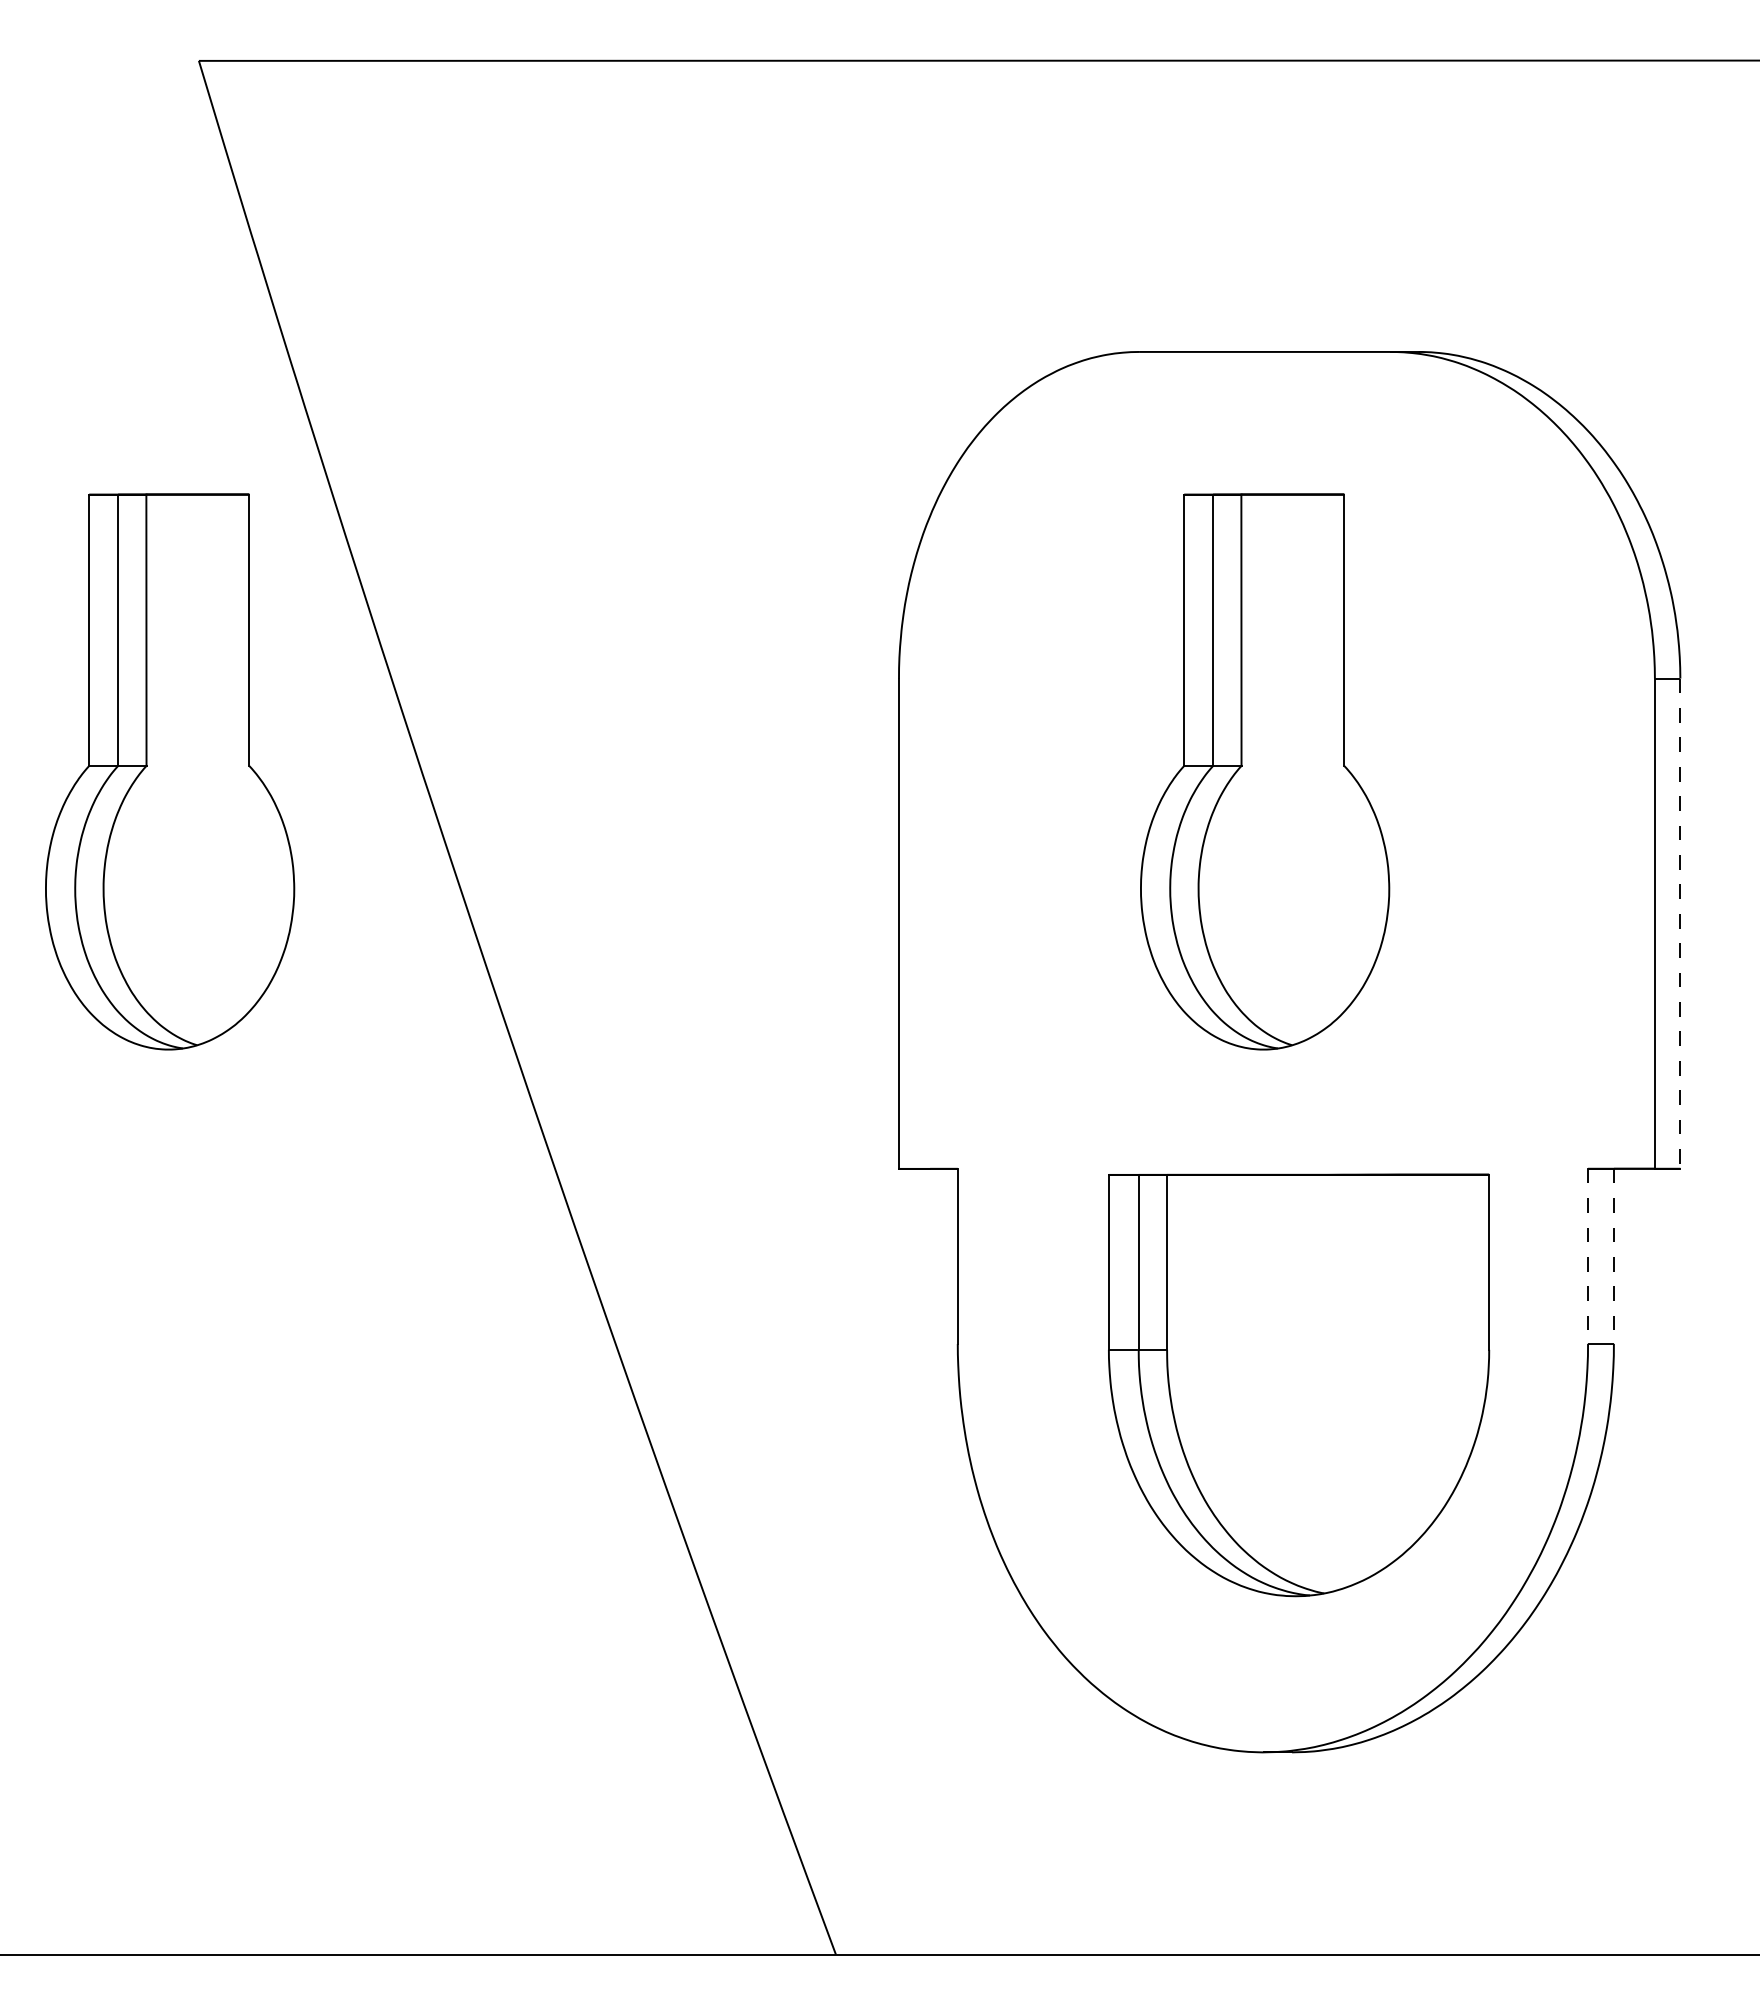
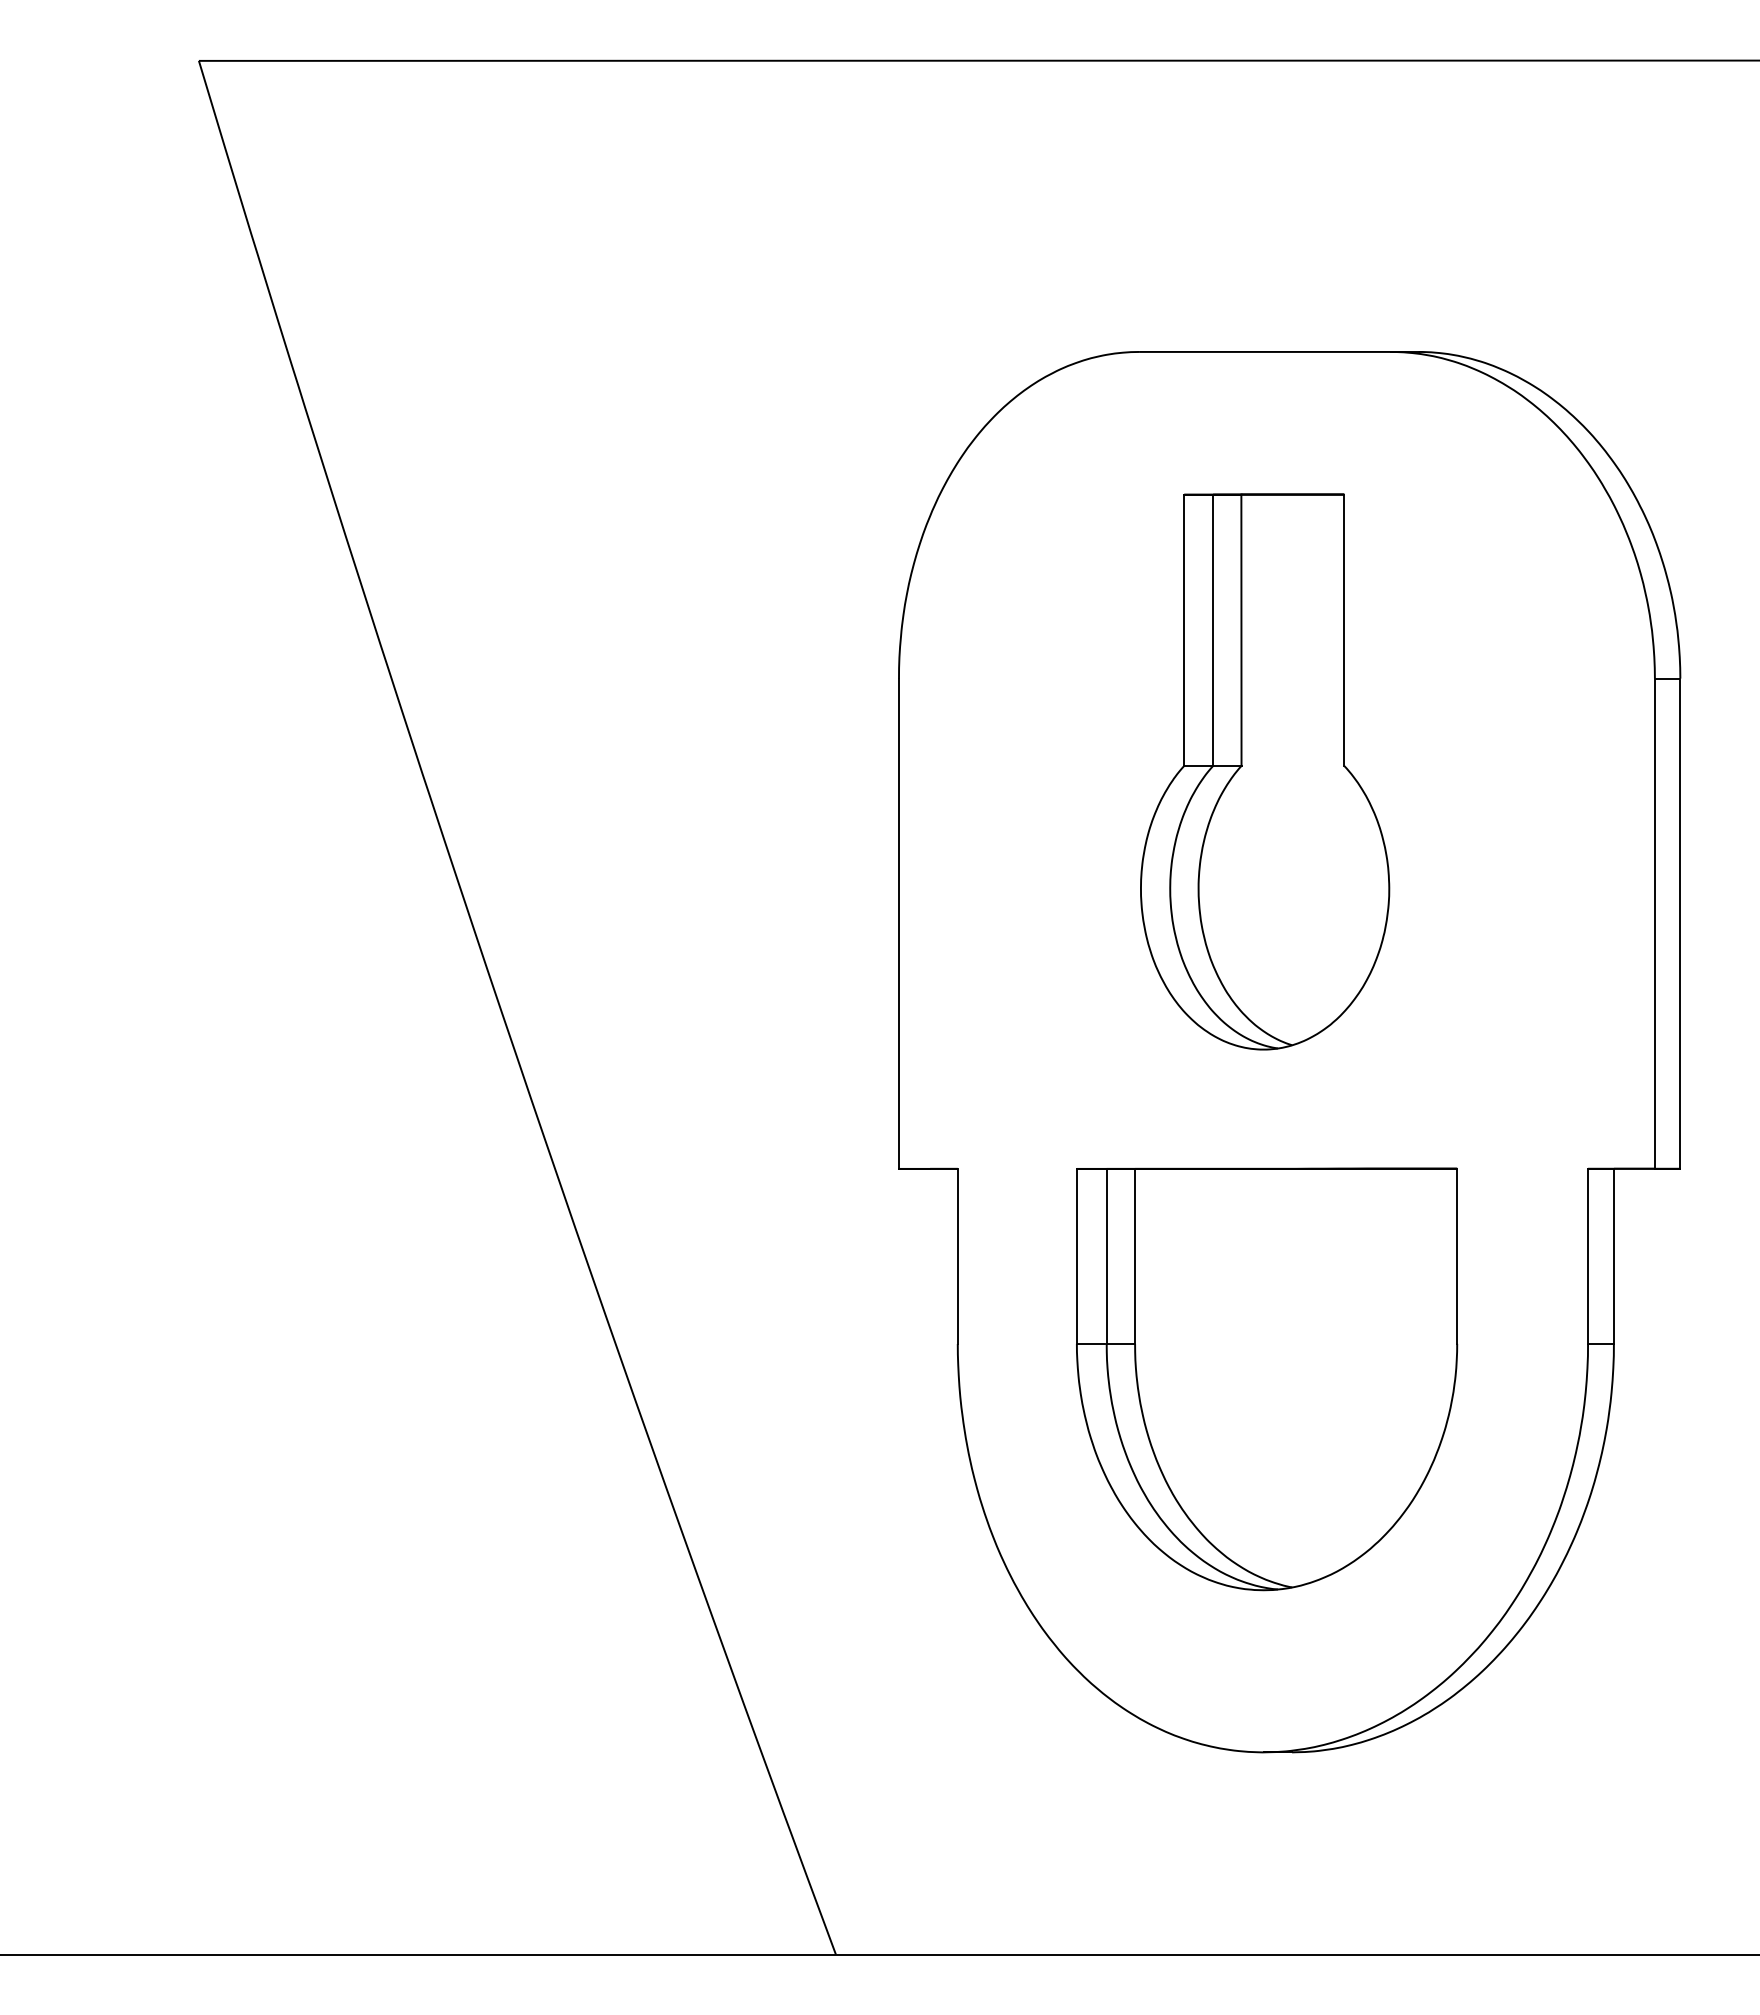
part at (170, 771): present -> none
line at (1680, 924): dashed -> solid
line at (1588, 1256): dashed -> solid
line at (1613, 1256): dashed -> solid
part at (1299, 1385) position: (1299, 1385) -> (1267, 1379)
